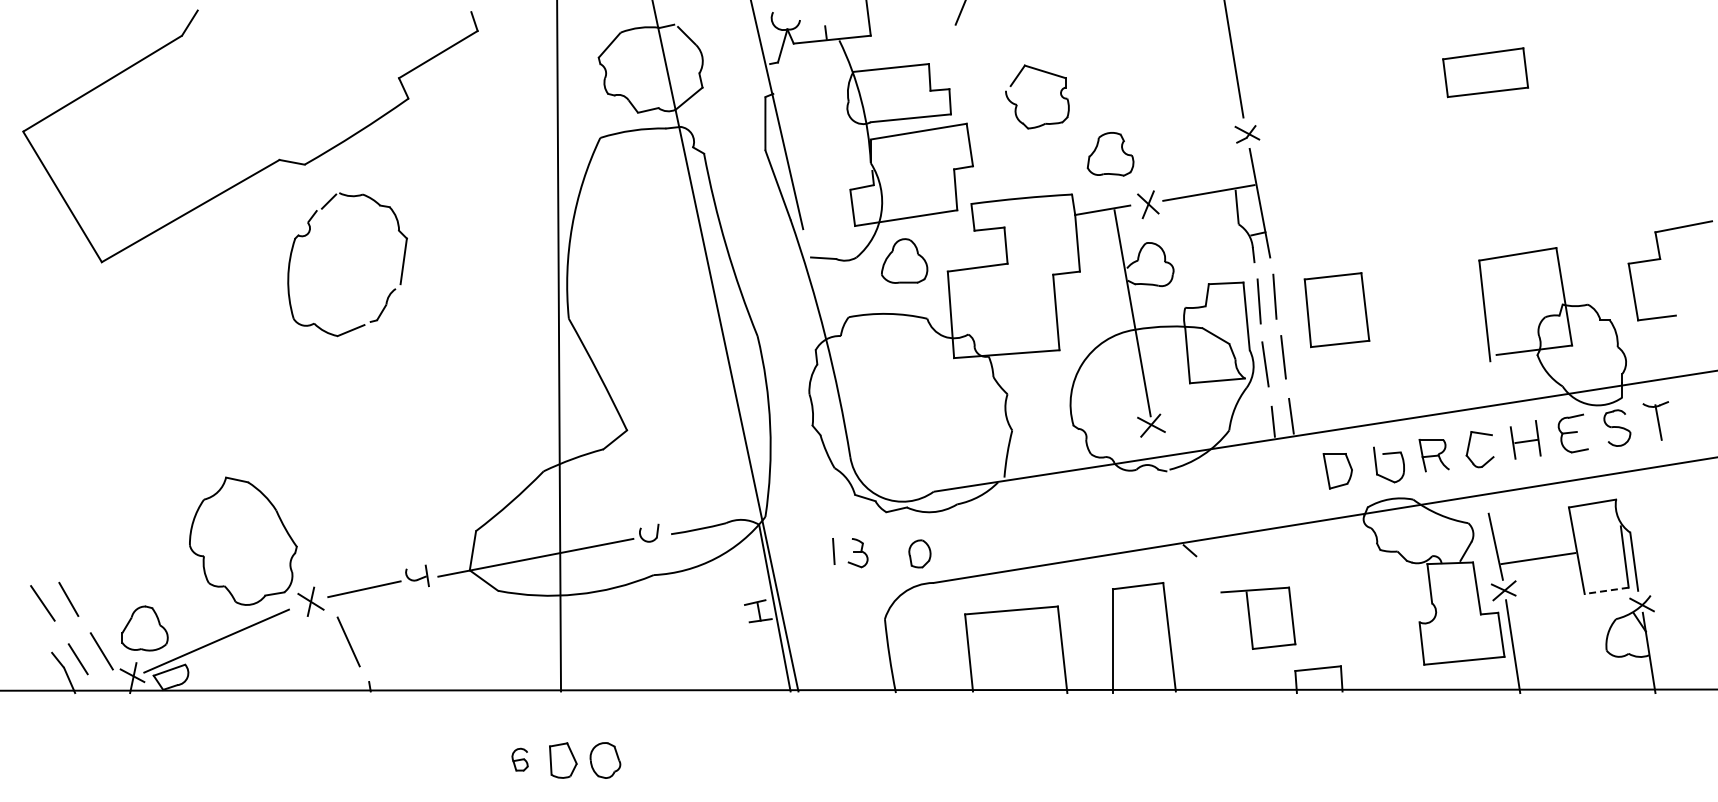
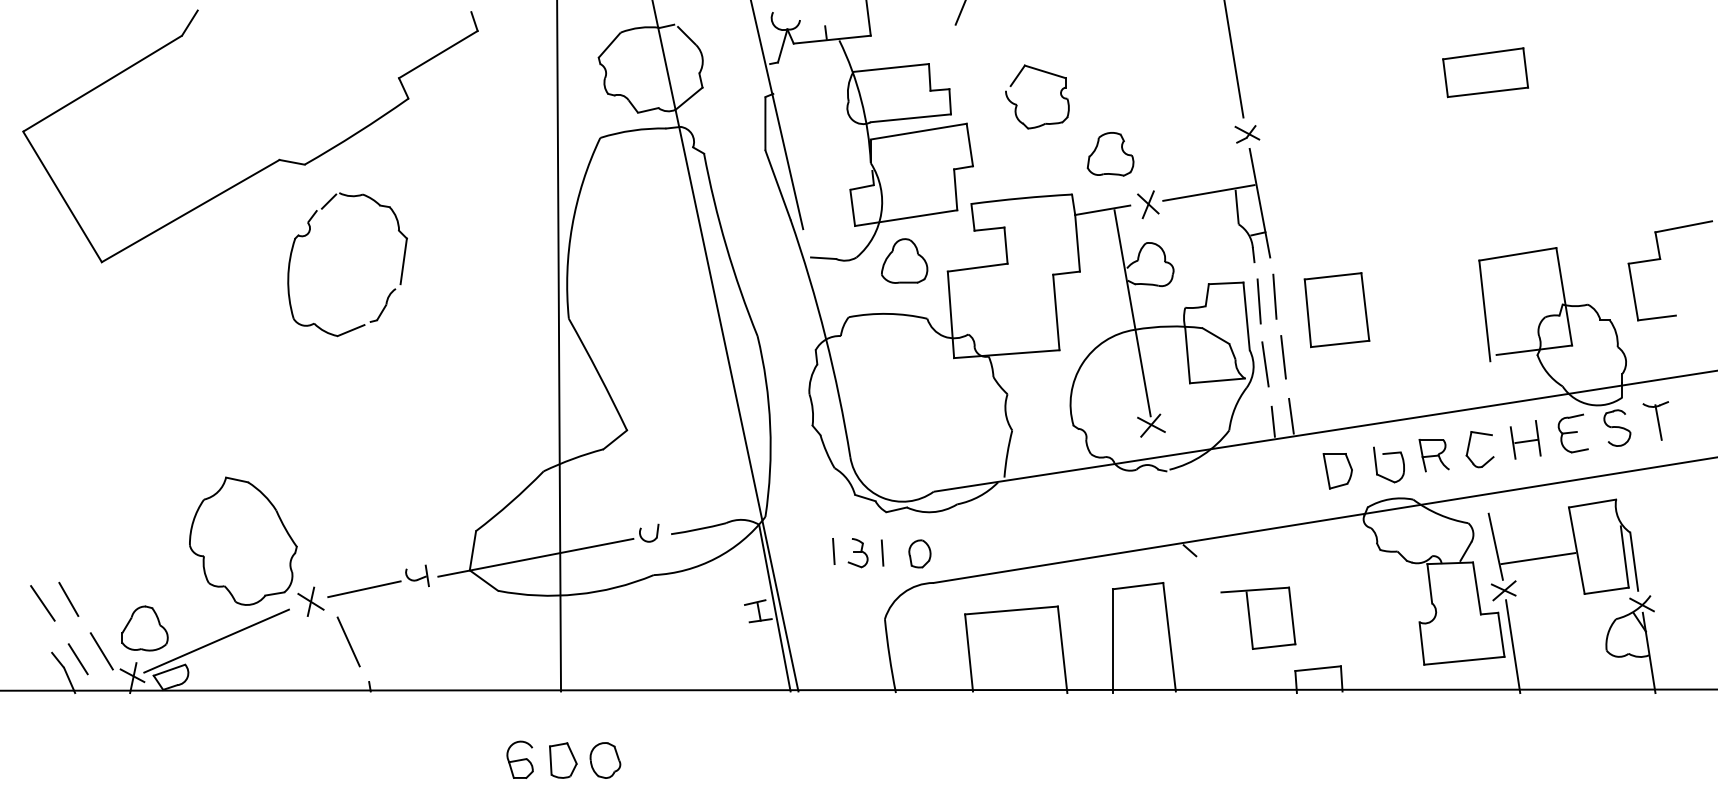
line at (882, 552): none -> present
line at (1606, 590): dashed -> solid
part at (519, 759) size: 18x25 px -> 28x39 px
